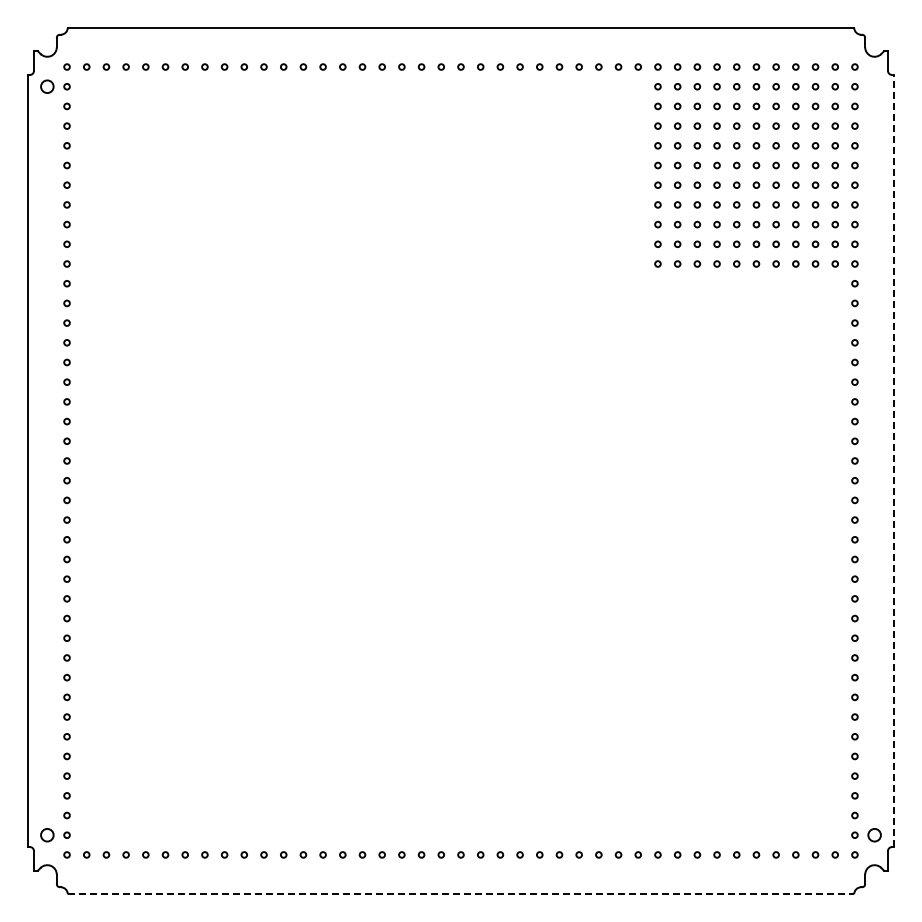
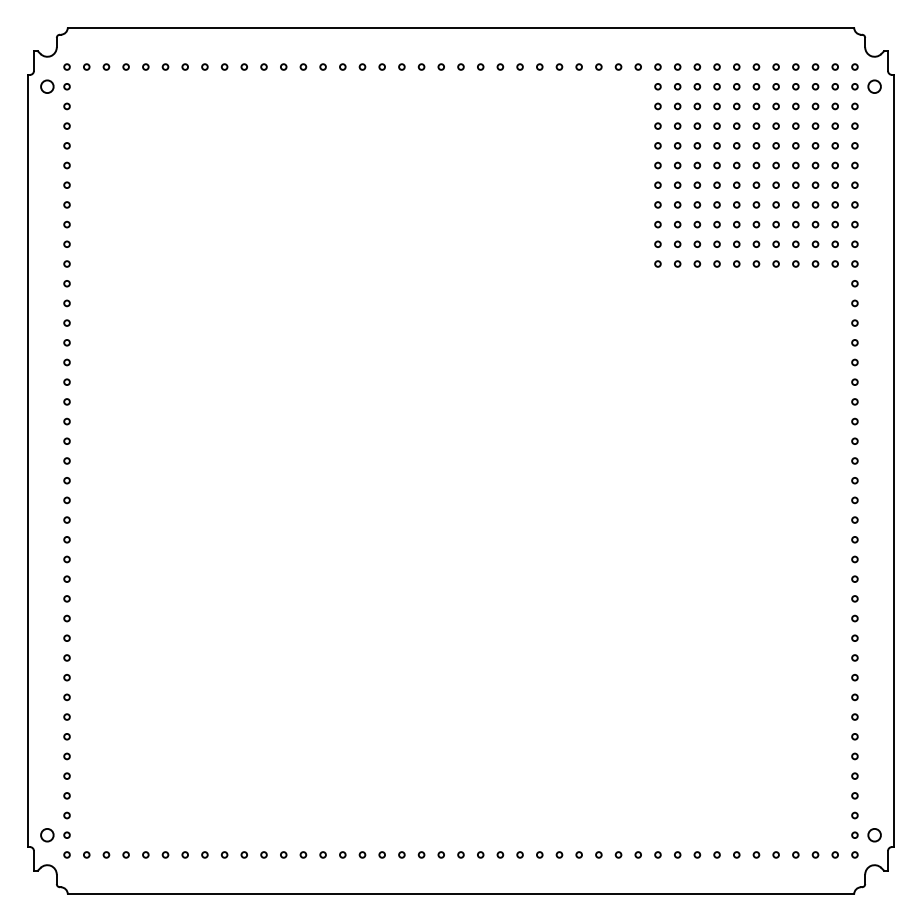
circle at (874, 86): none -> present
line at (894, 460): dashed -> solid
line at (461, 894): dashed -> solid
